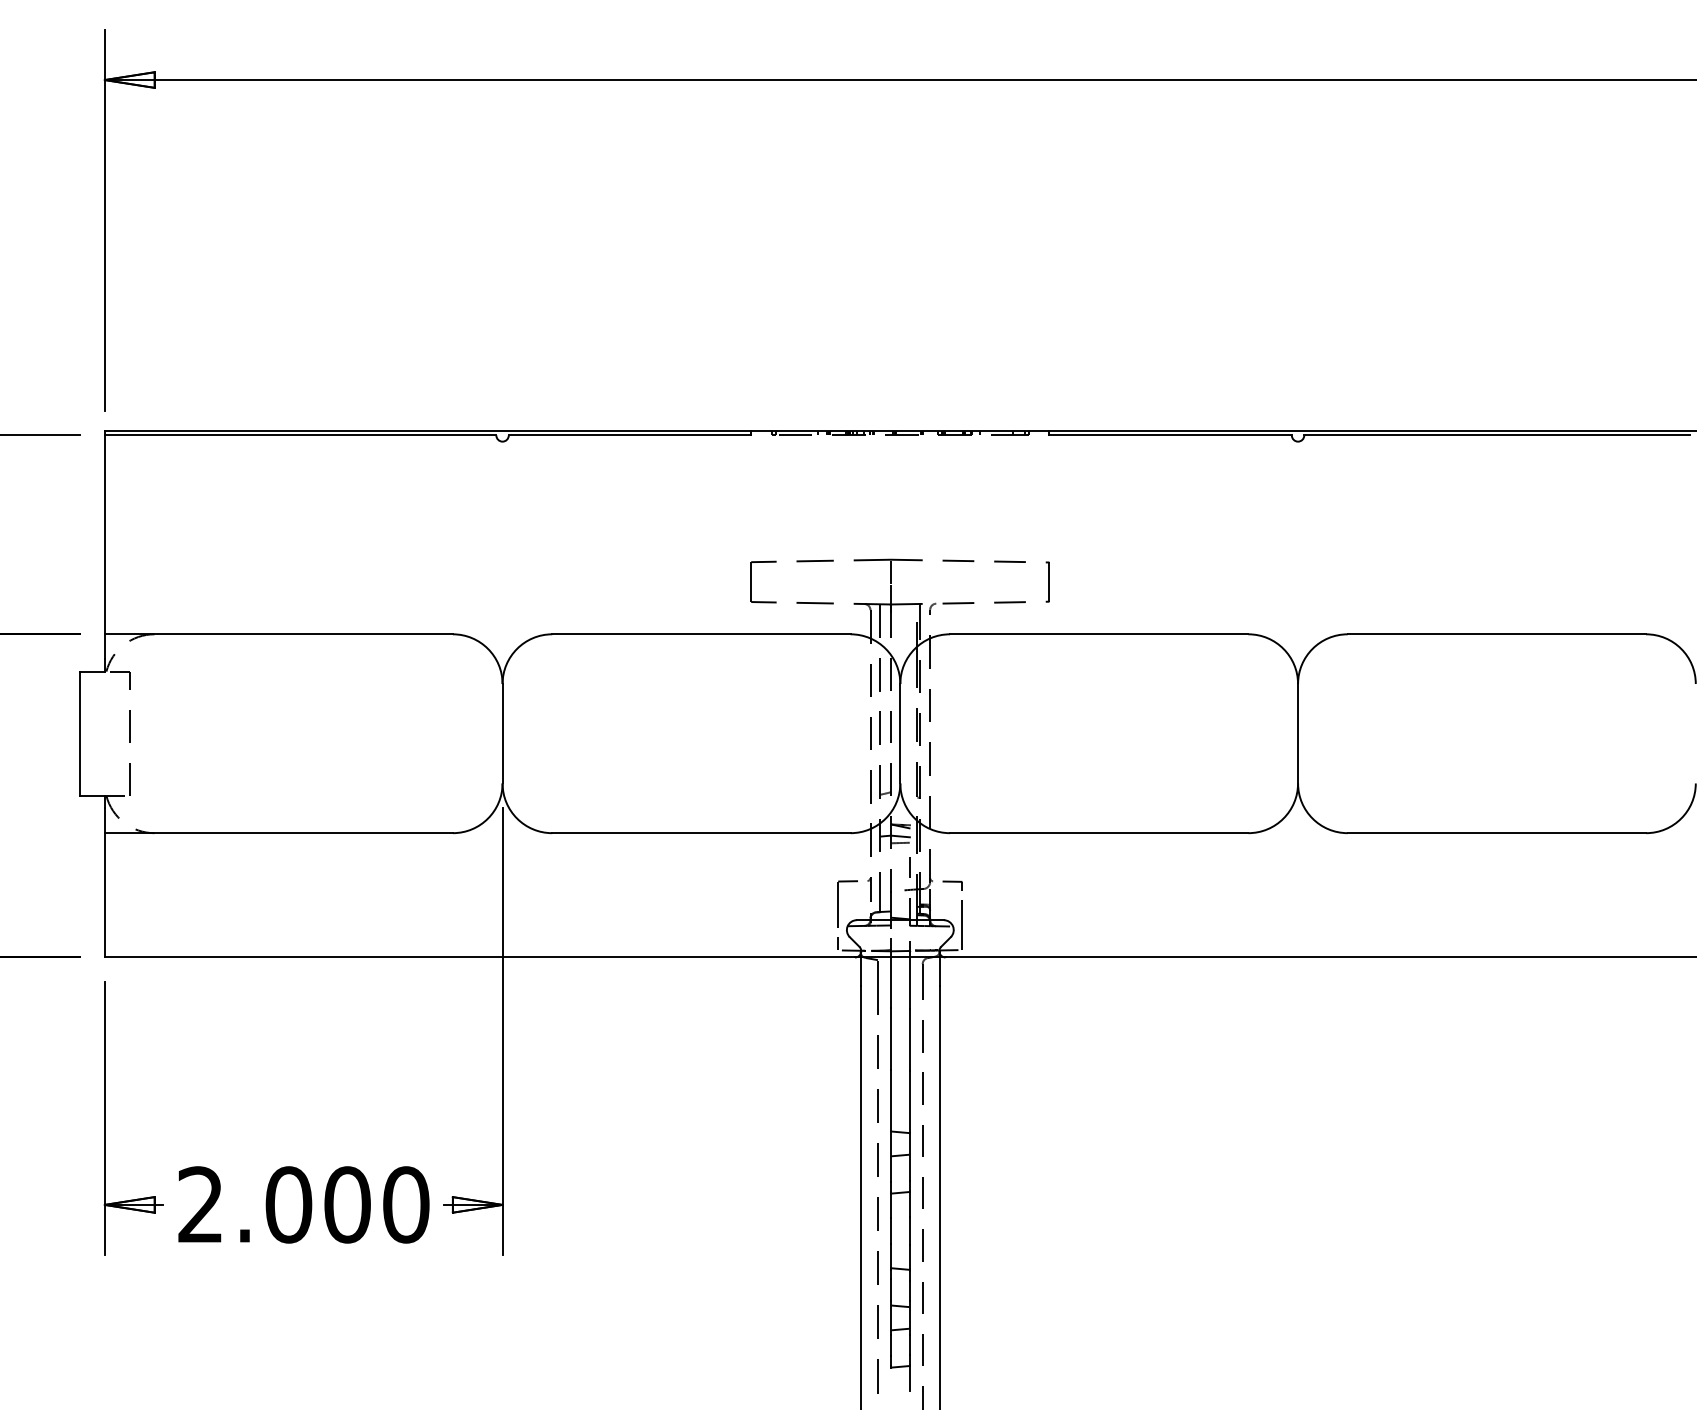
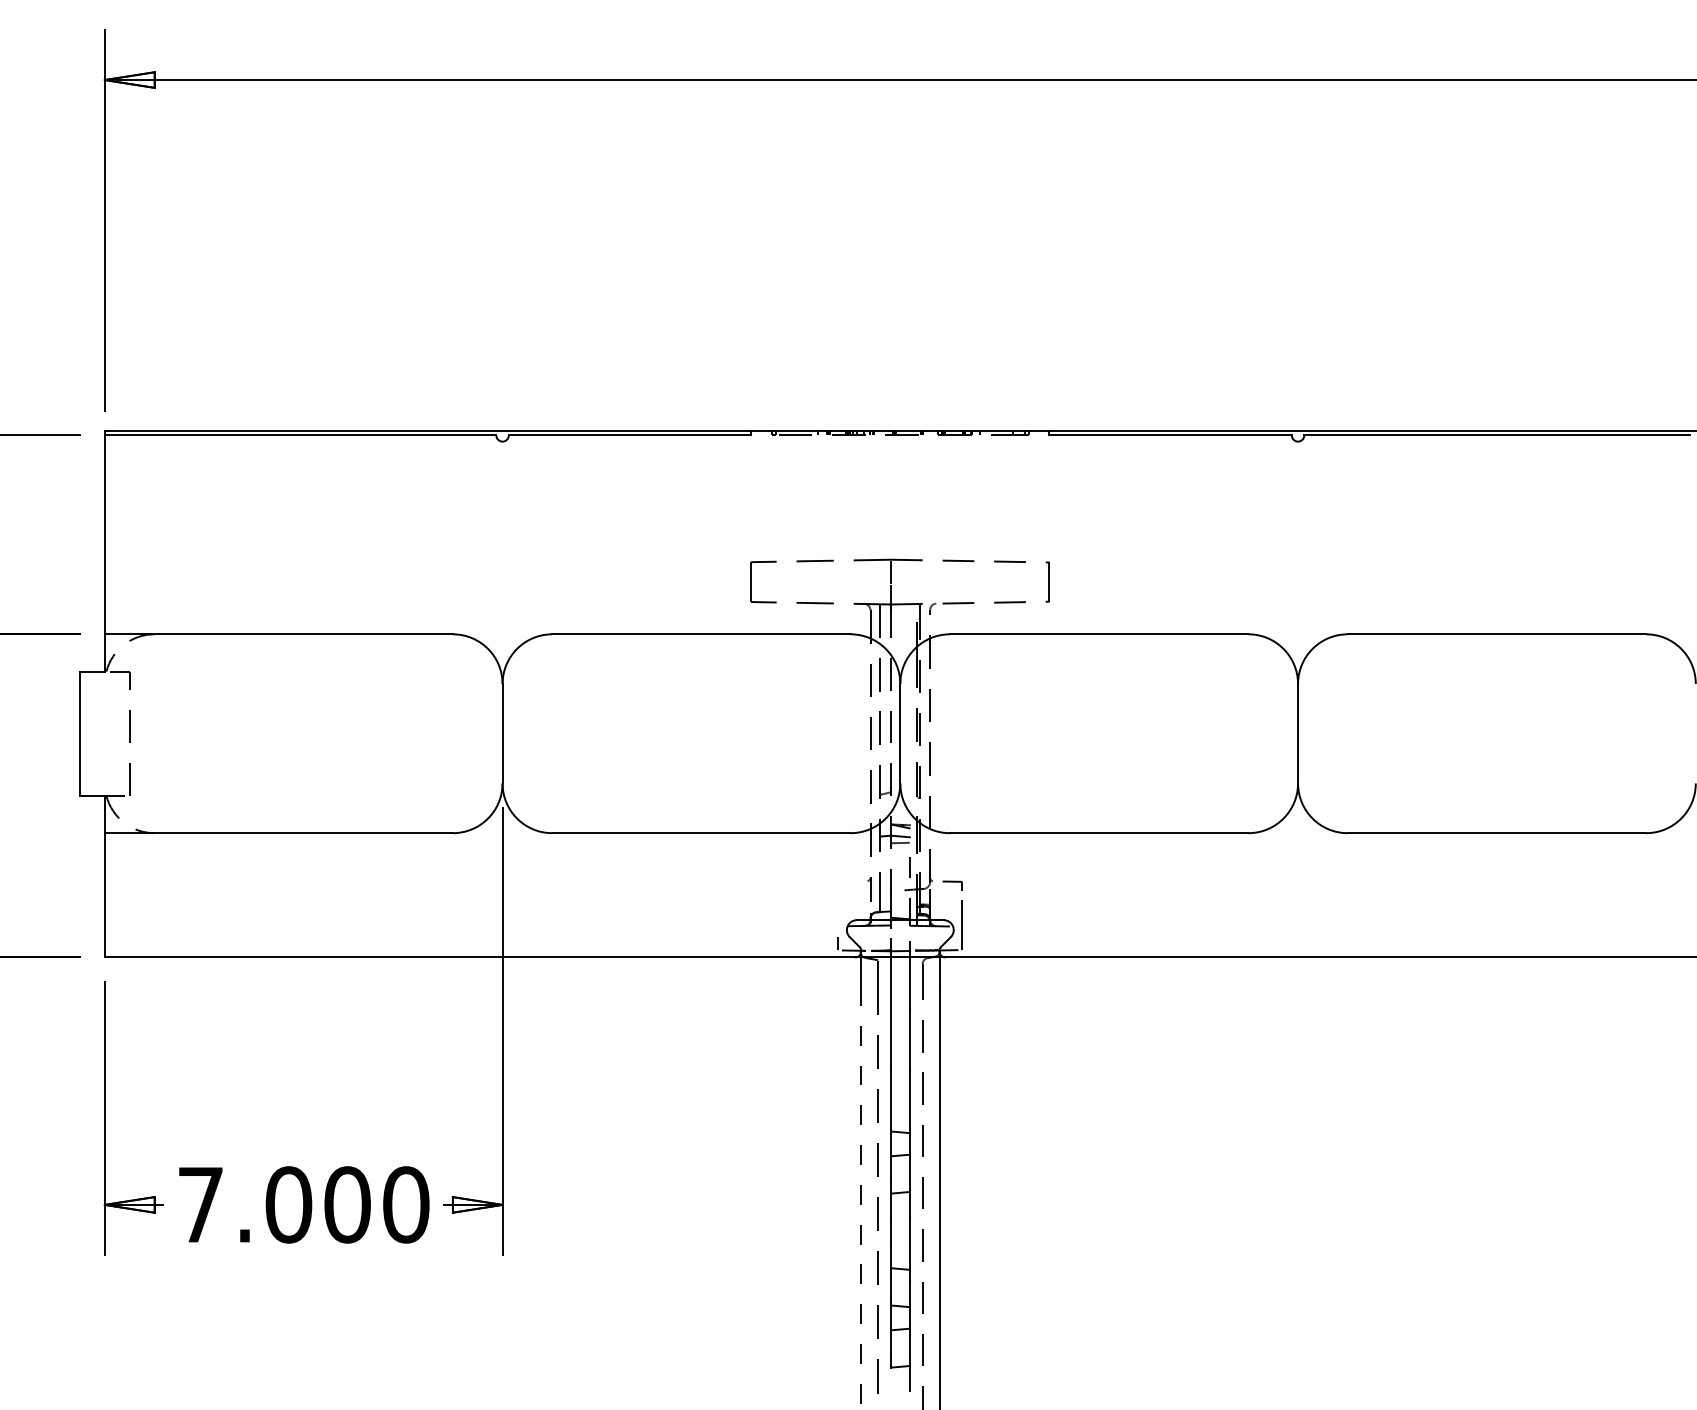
part at (838, 903): present -> none
line at (860, 1197): solid -> dashed
text at (200, 1204): 2.000 -> 7.000
